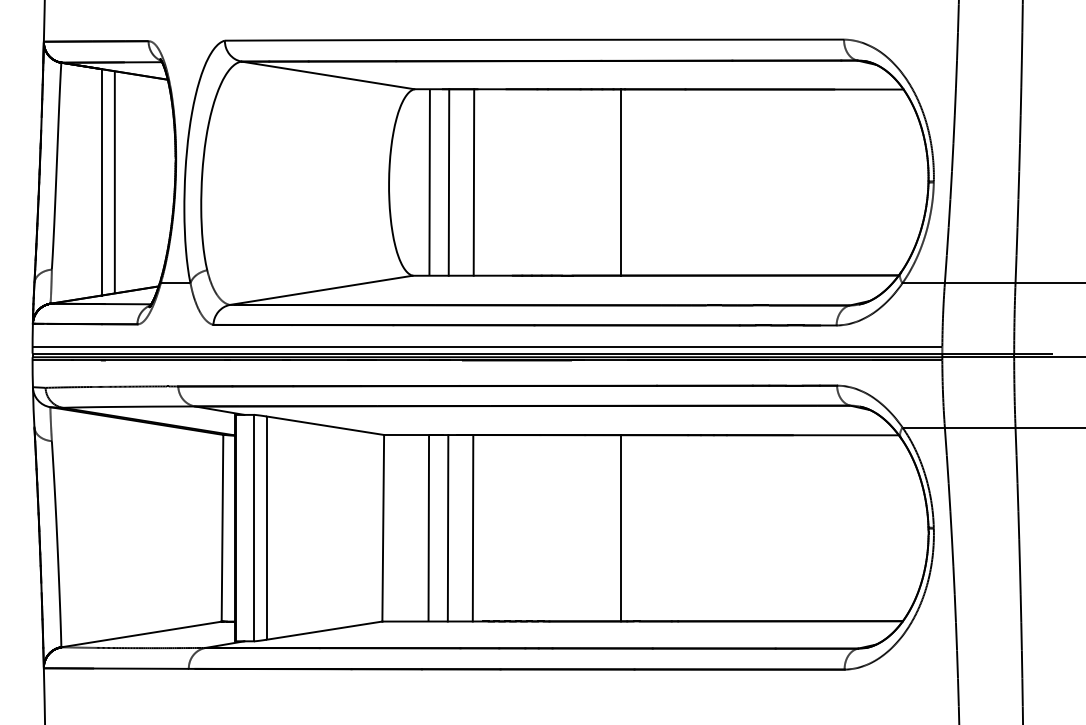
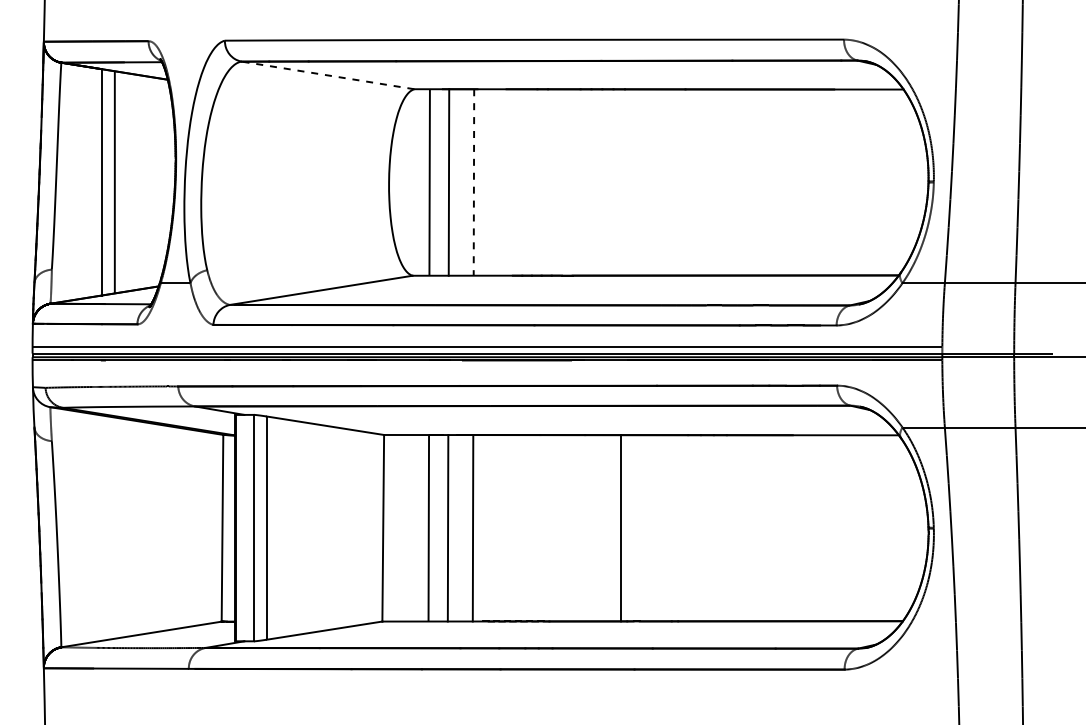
line at (327, 75): solid -> dashed
line at (473, 182): solid -> dashed
line at (620, 182): present -> none
